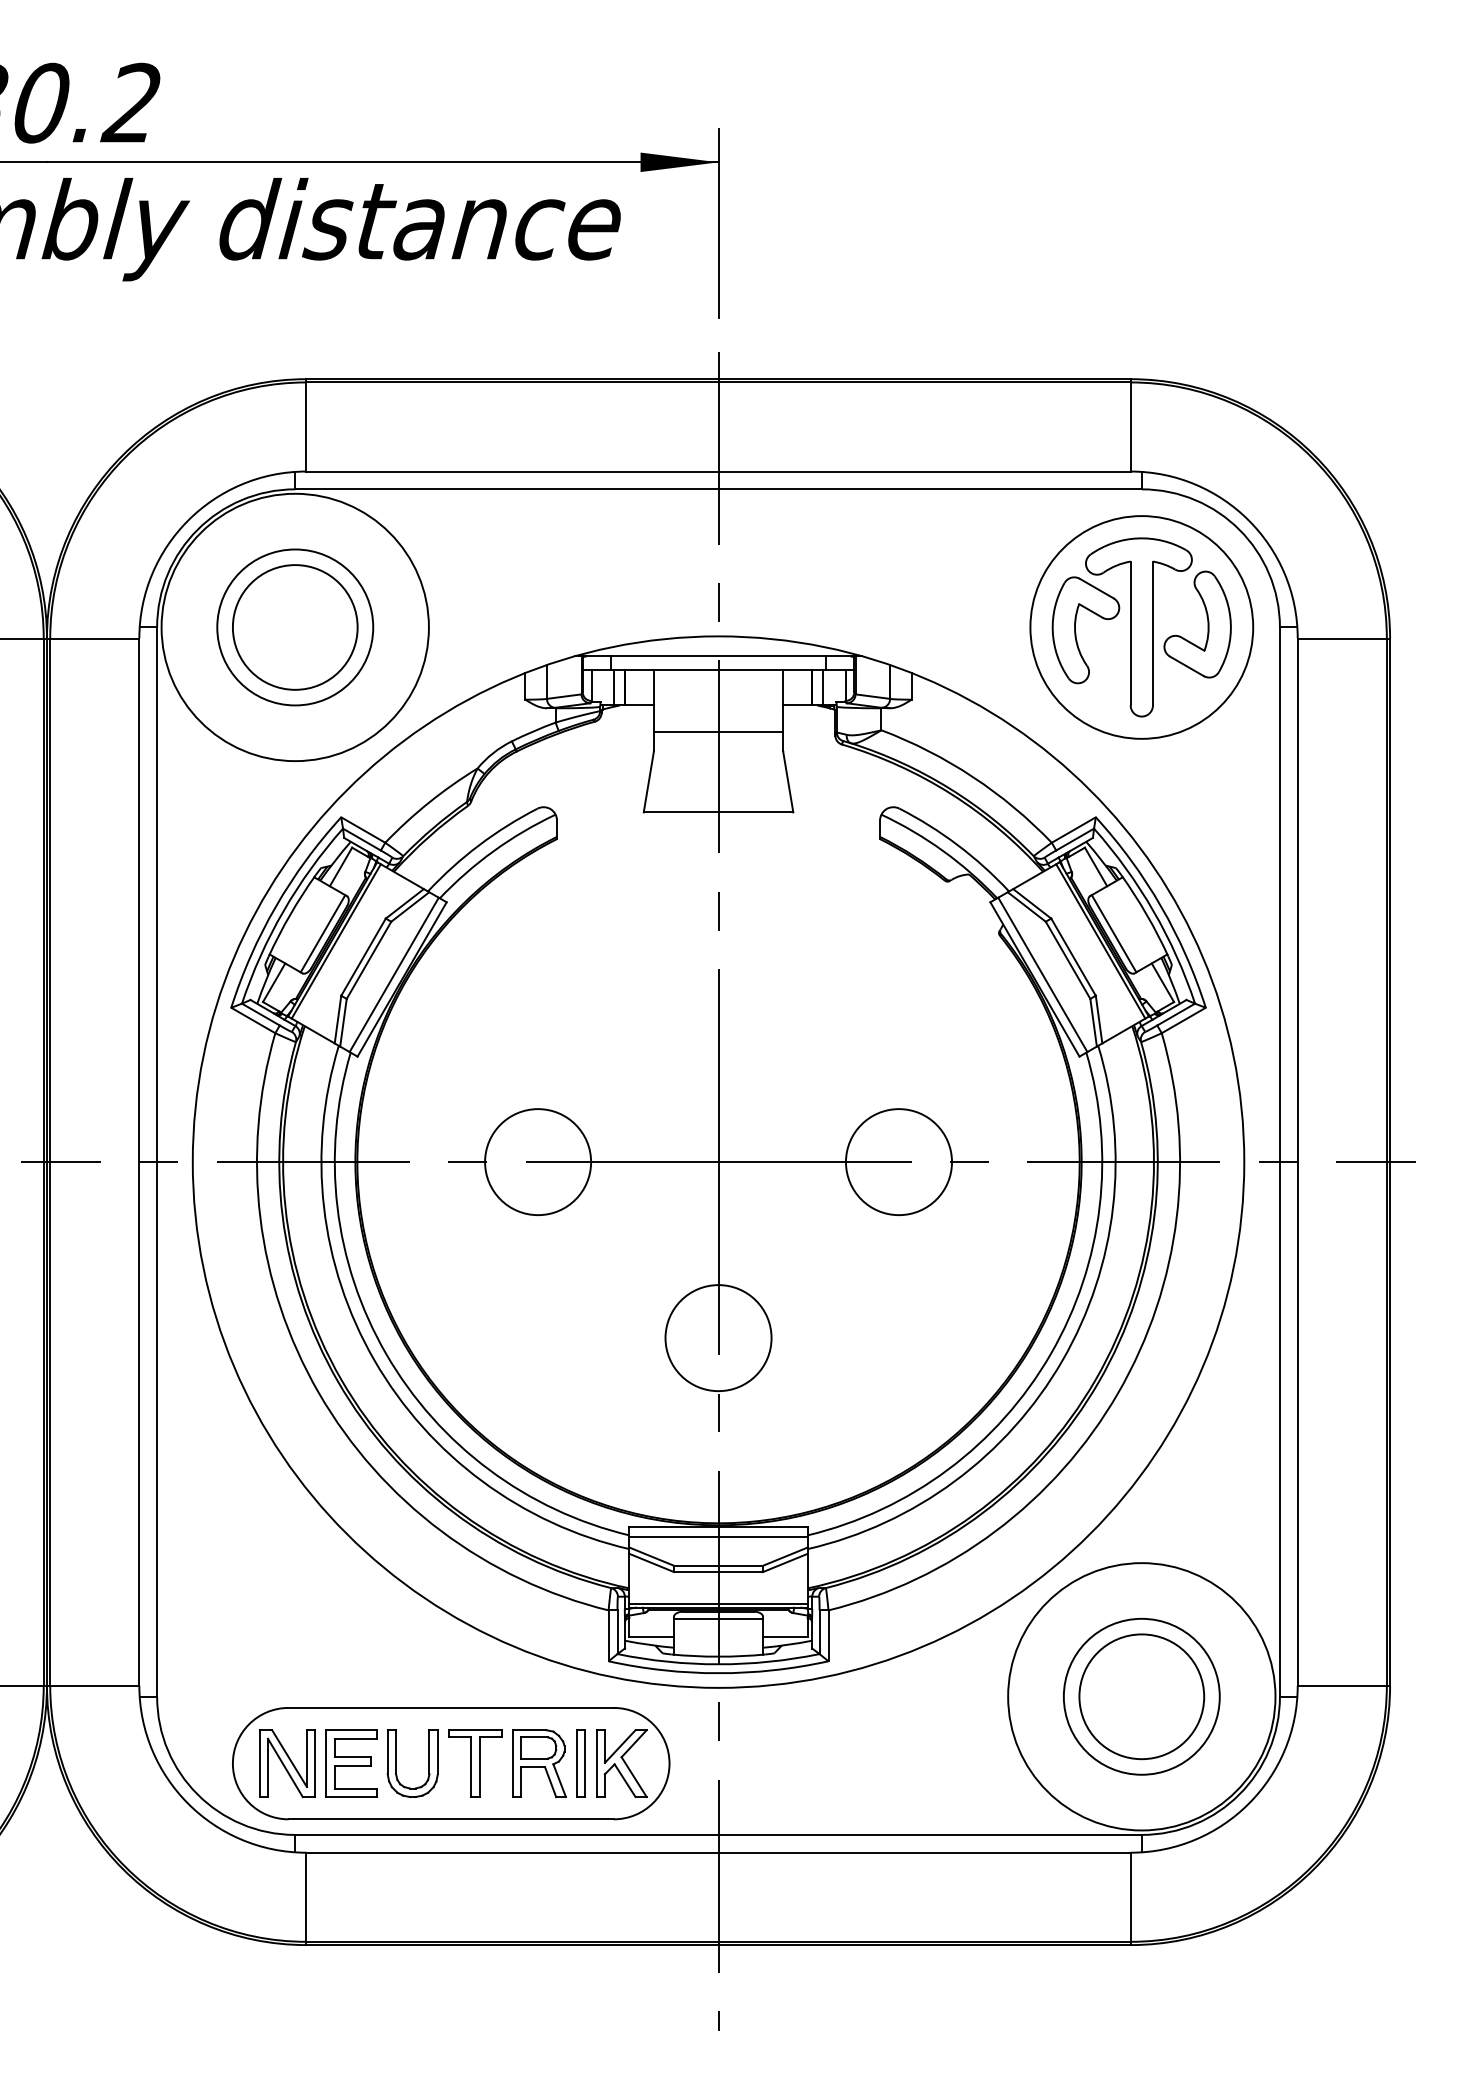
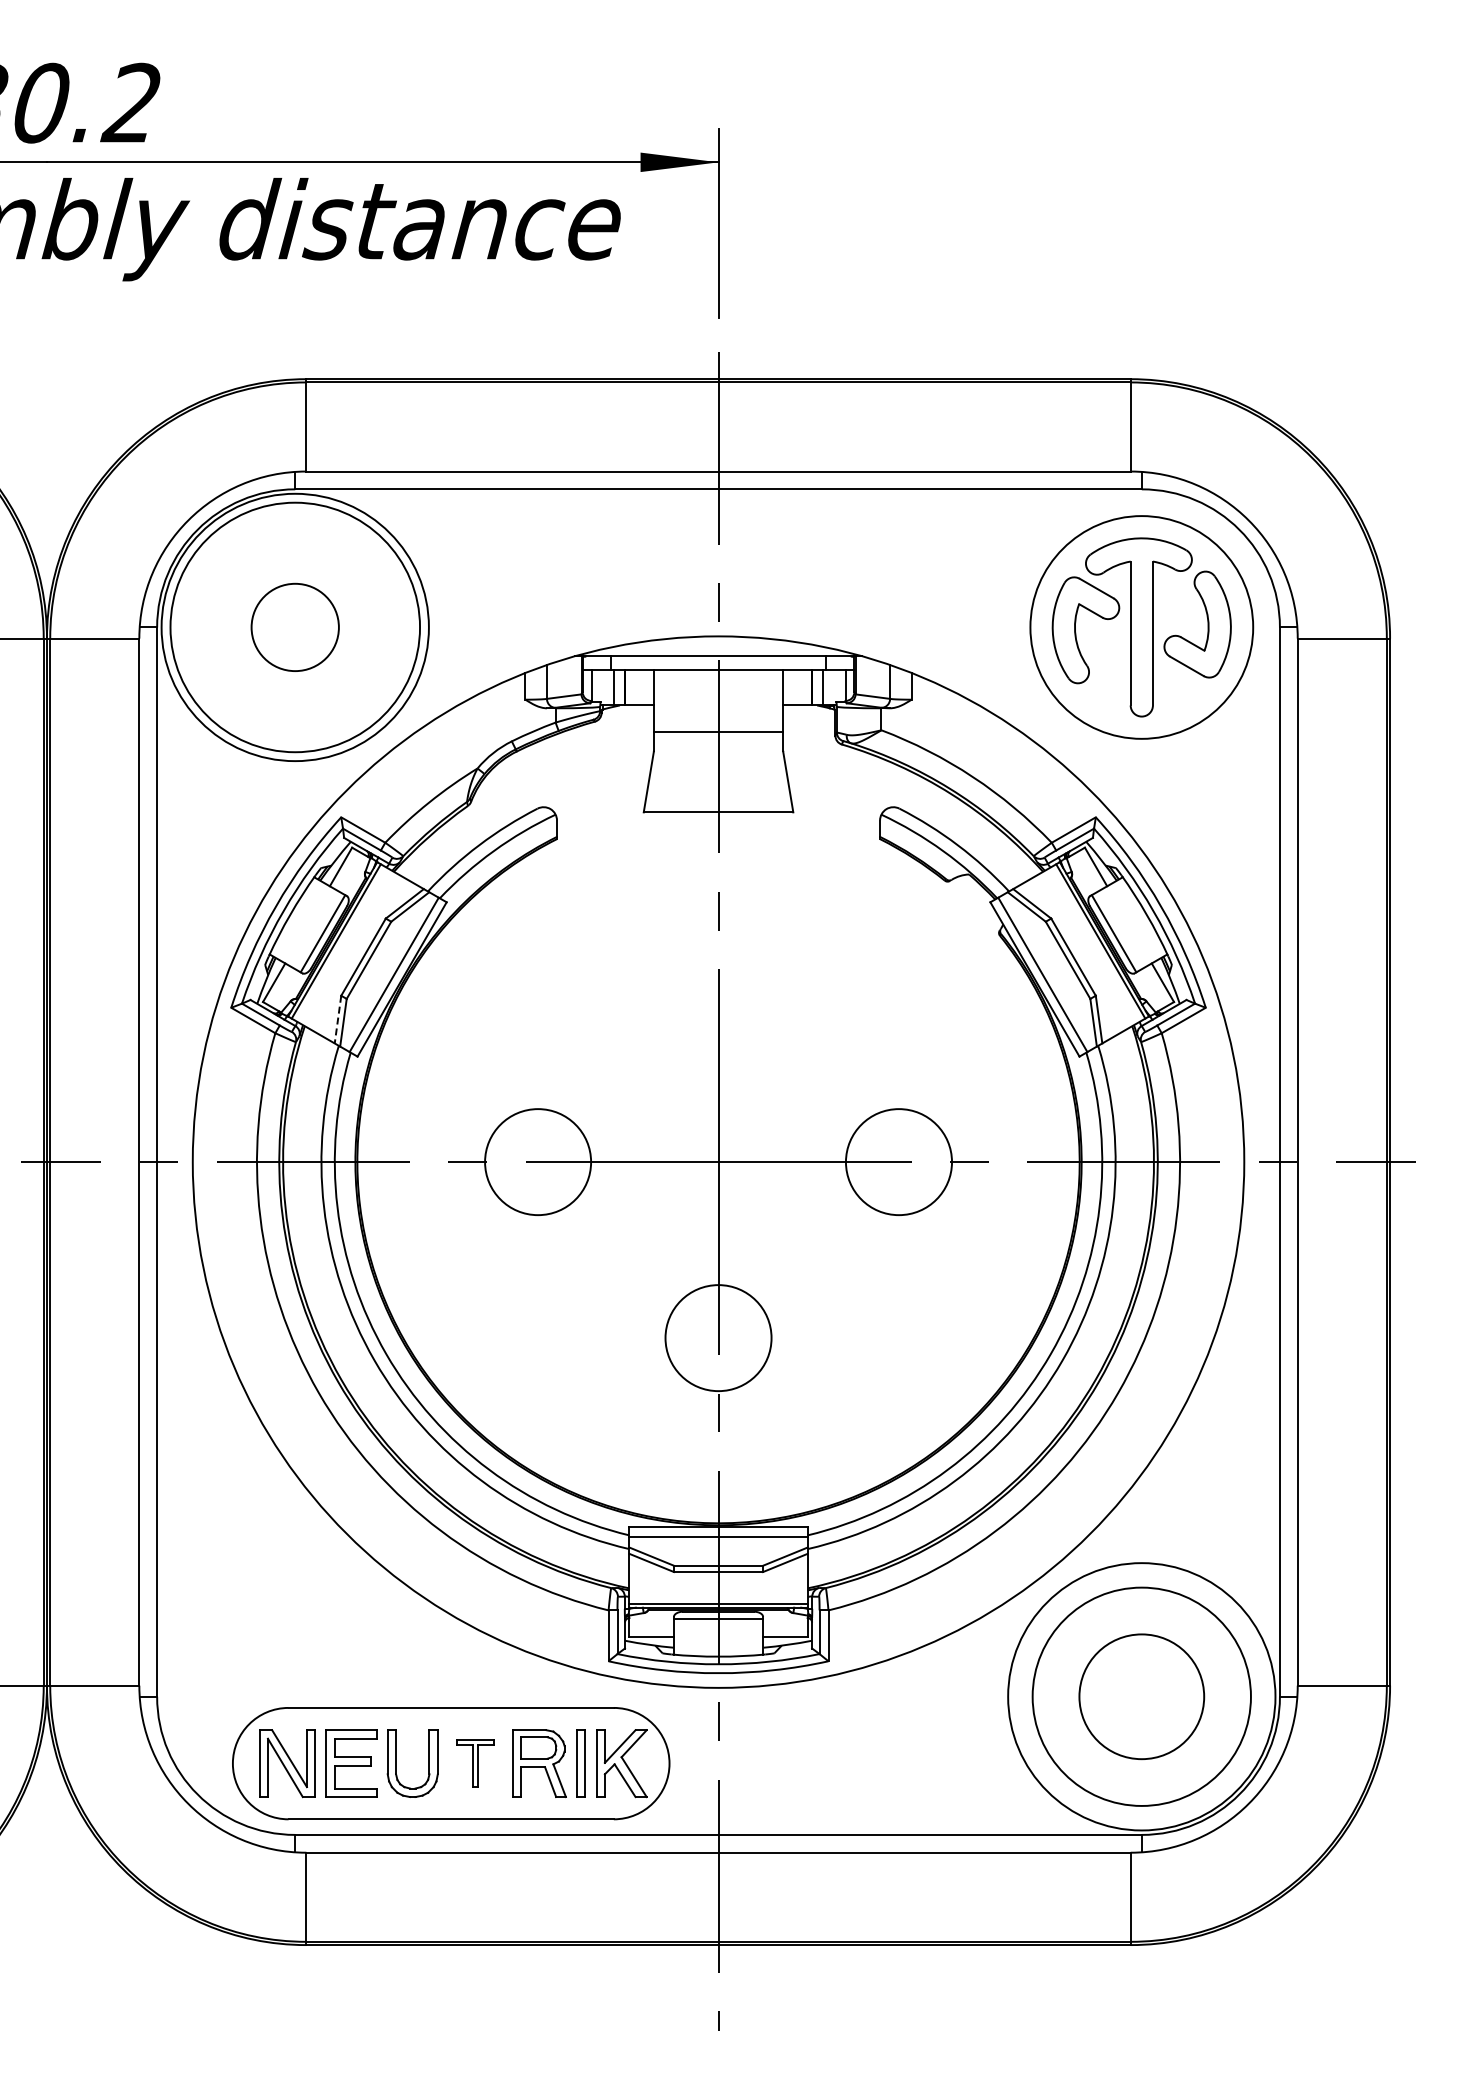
circle at (294, 627) diameter: 125 px -> 87 px
circle at (295, 627) diameter: 156 px -> 250 px
line at (337, 1020): solid -> dashed
circle at (1141, 1696) diameter: 156 px -> 218 px
part at (475, 1763) size: 55x69 px -> 39x49 px
